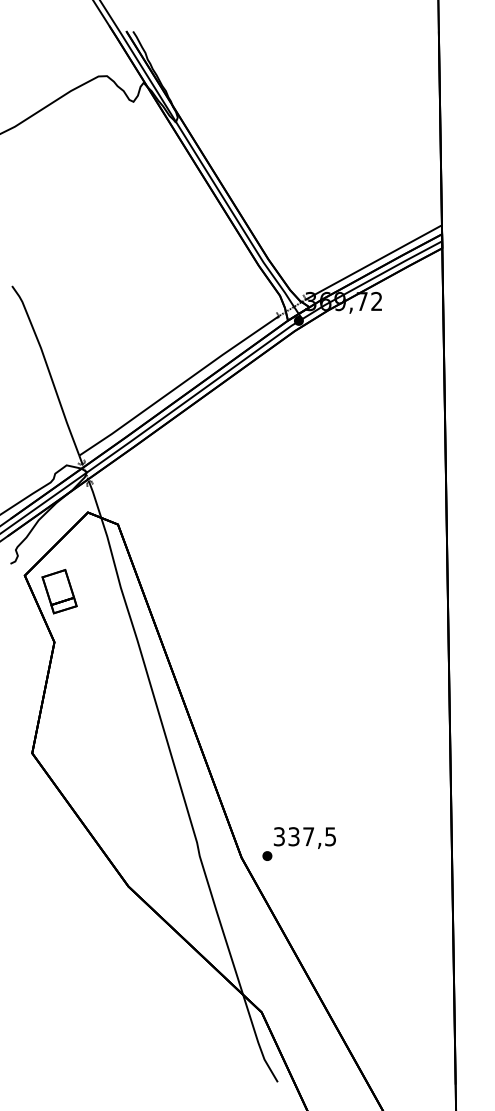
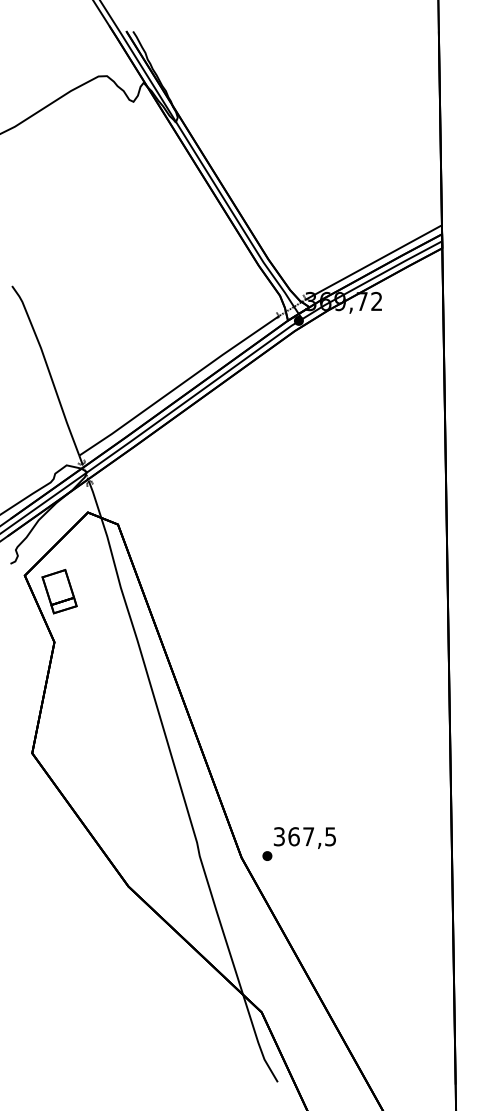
text at (293, 836): 337,5 -> 367,5
